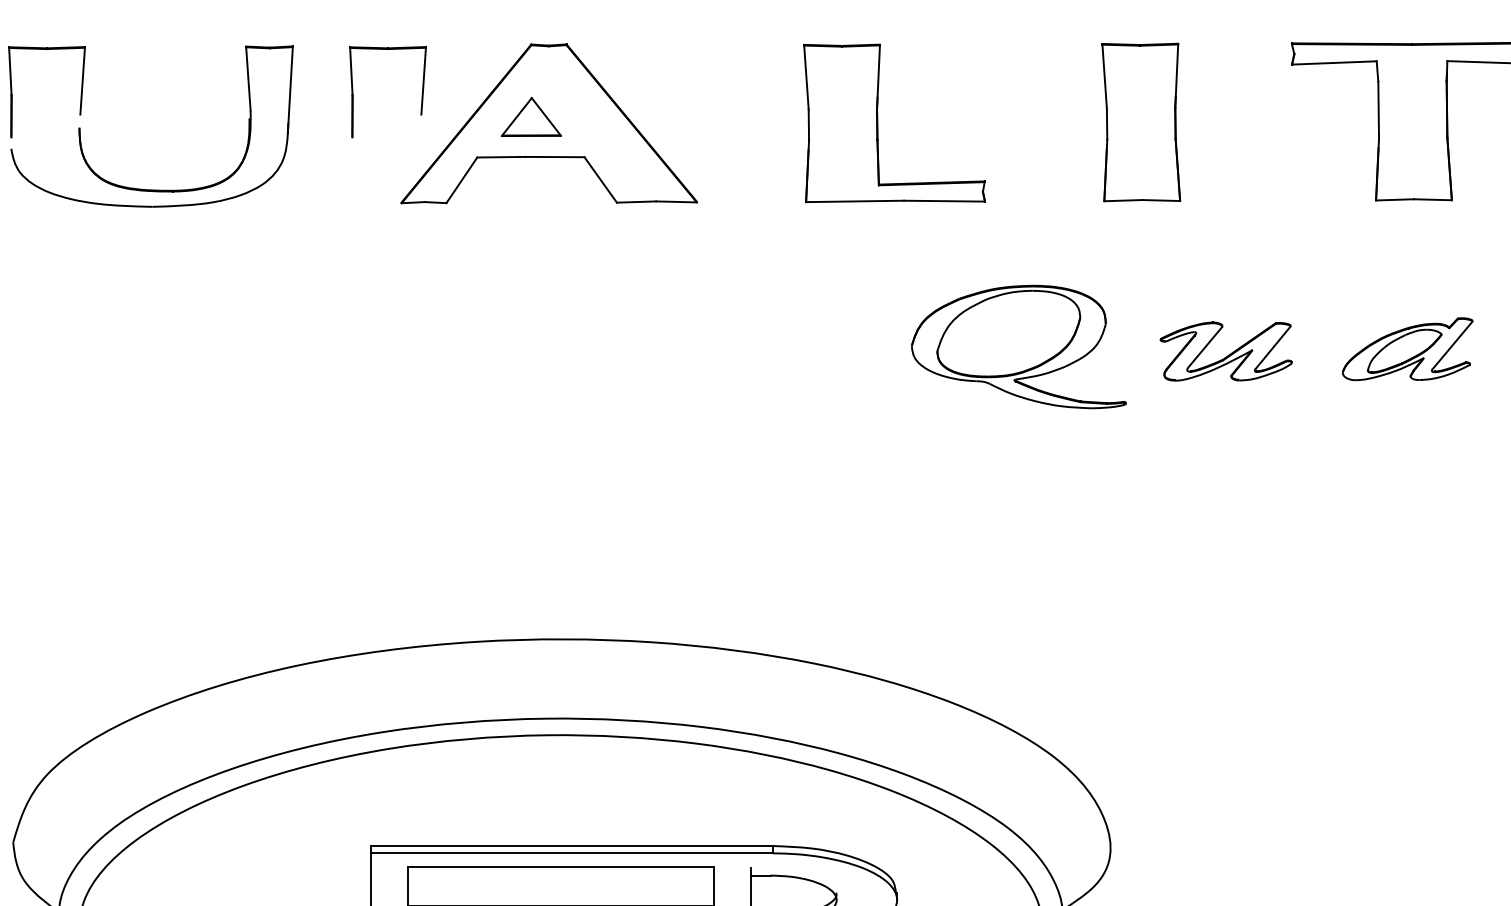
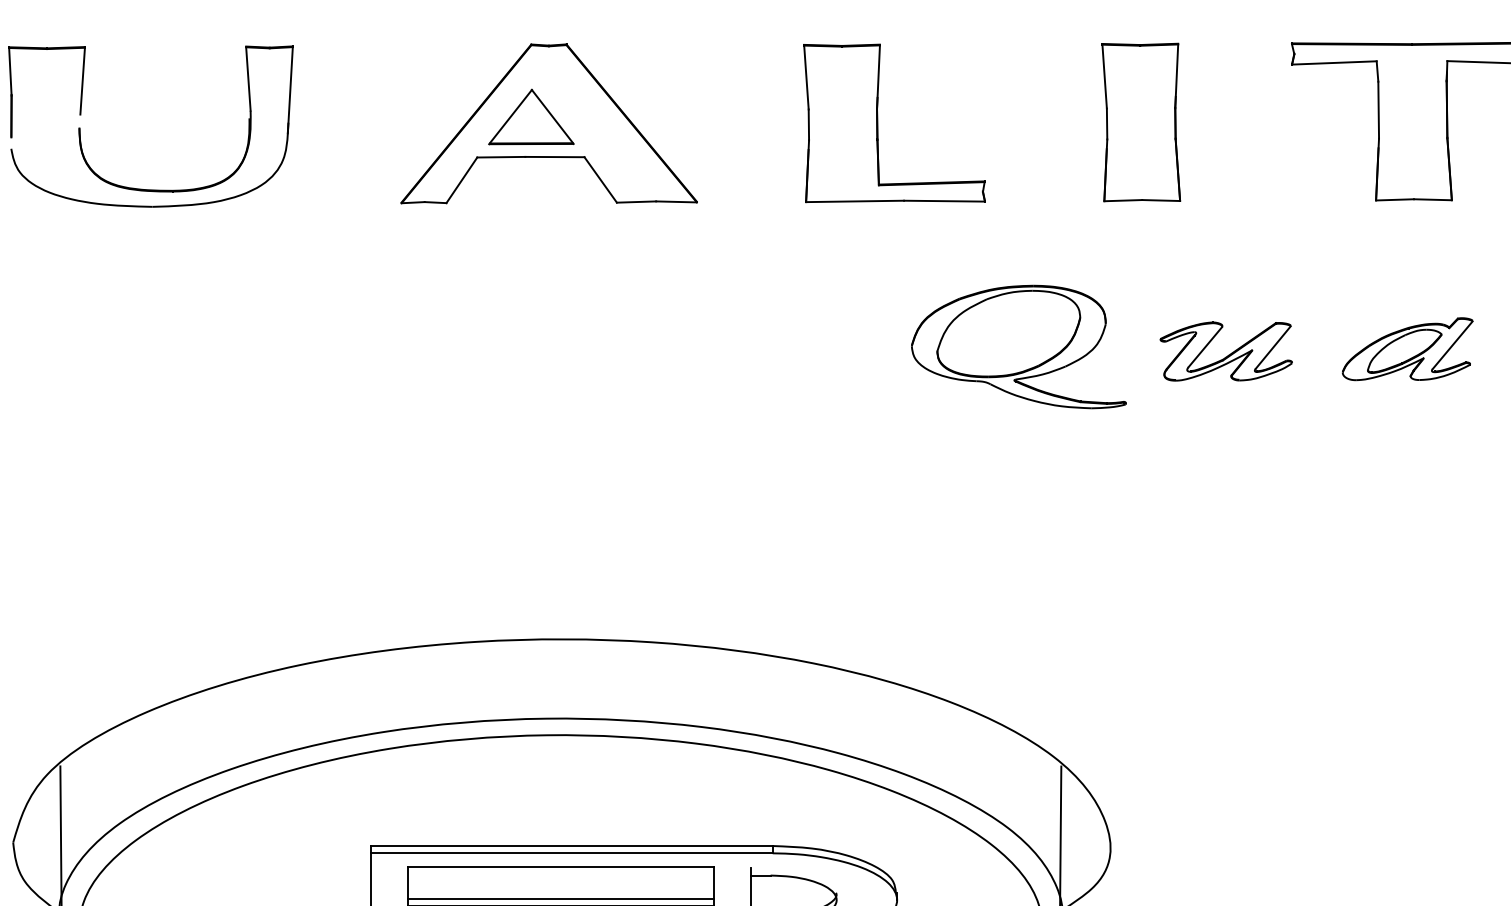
part at (353, 92): present -> none
part at (530, 116) size: 62x41 px -> 87x58 px
line at (60, 834): none -> present
line at (1060, 834): none -> present
line at (560, 899): none -> present
